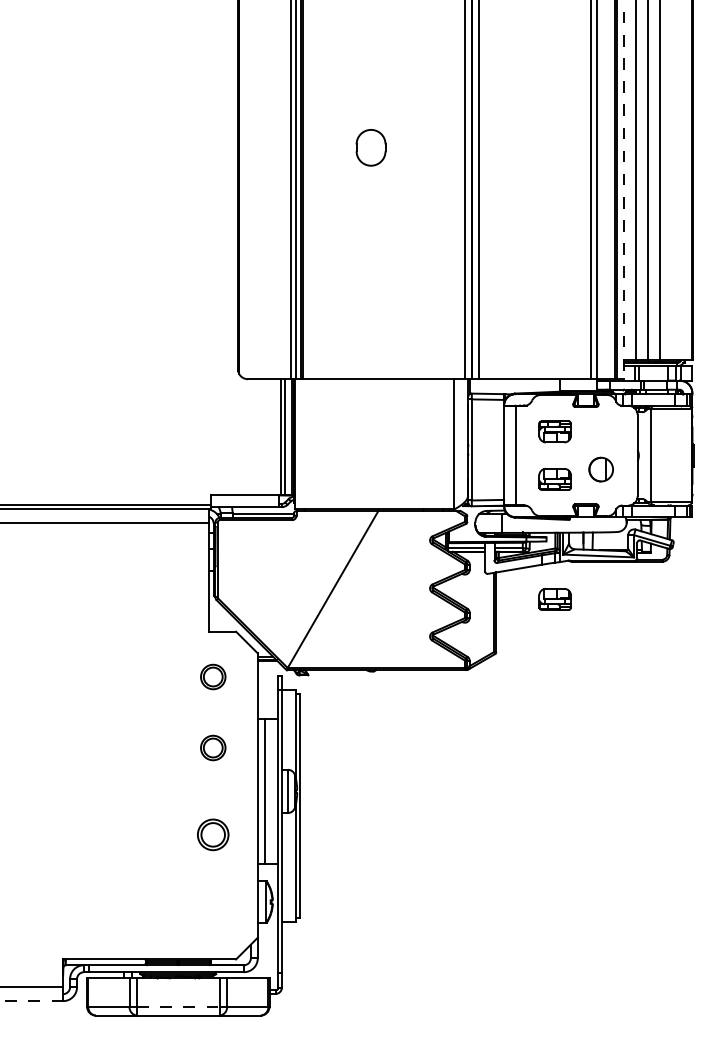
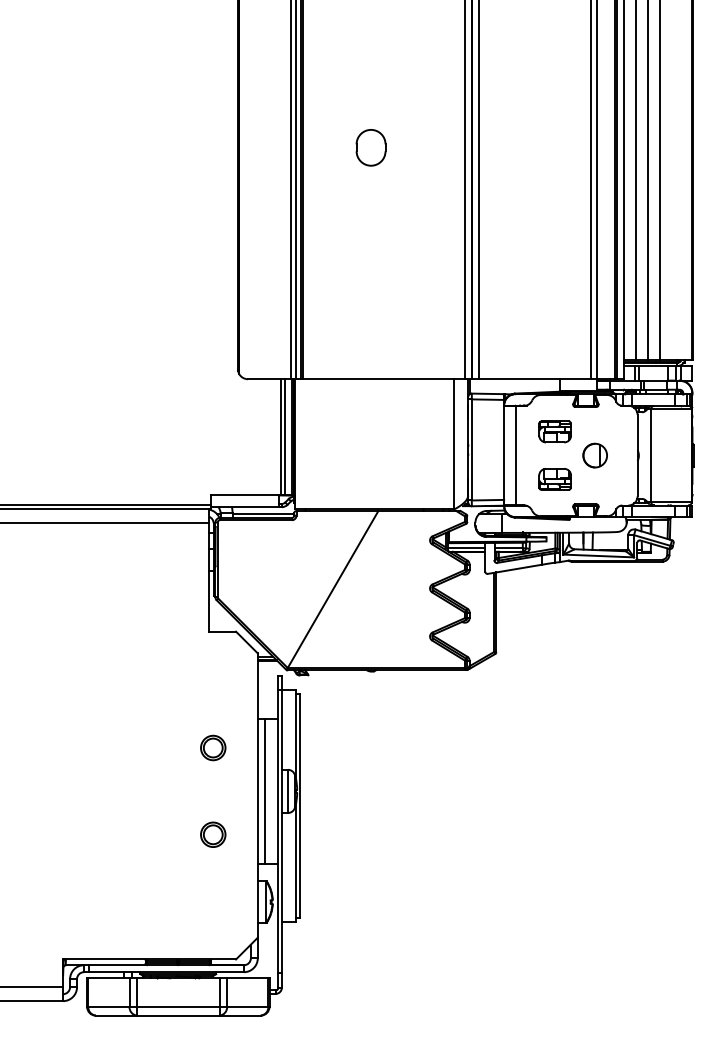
line at (624, 190): dashed -> solid
part at (600, 469) position: (600, 469) -> (594, 455)
part at (554, 599): present -> none
part at (213, 676): present -> none
part at (213, 834) size: 33x34 px -> 27x27 px
line at (31, 1001): dashed -> solid
line at (178, 1006): dashed -> solid
